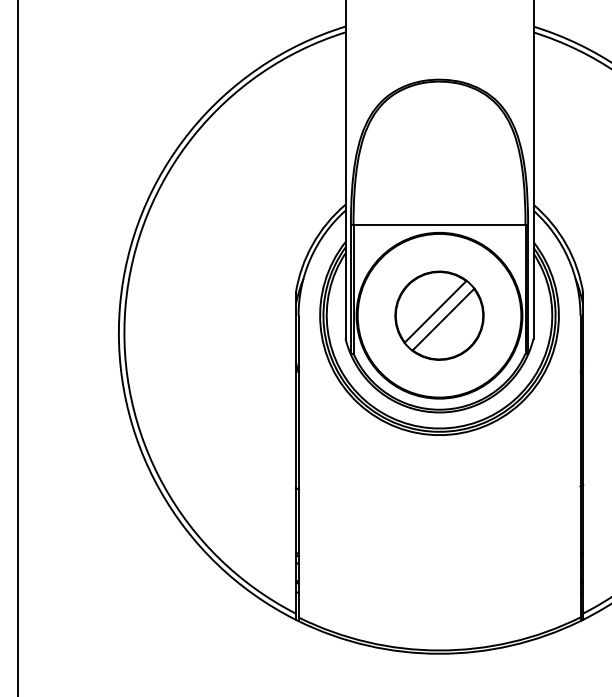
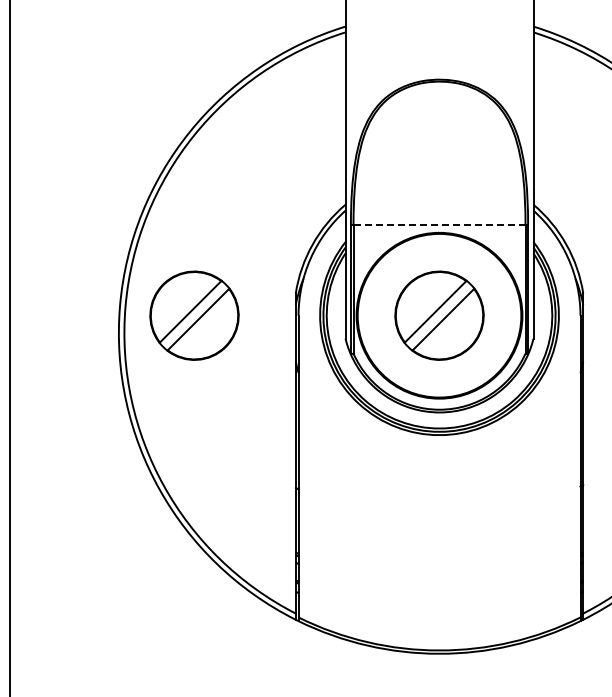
line at (439, 224): solid -> dashed
part at (194, 315): none -> present
line at (18, 347) position: (18, 347) -> (10, 347)
